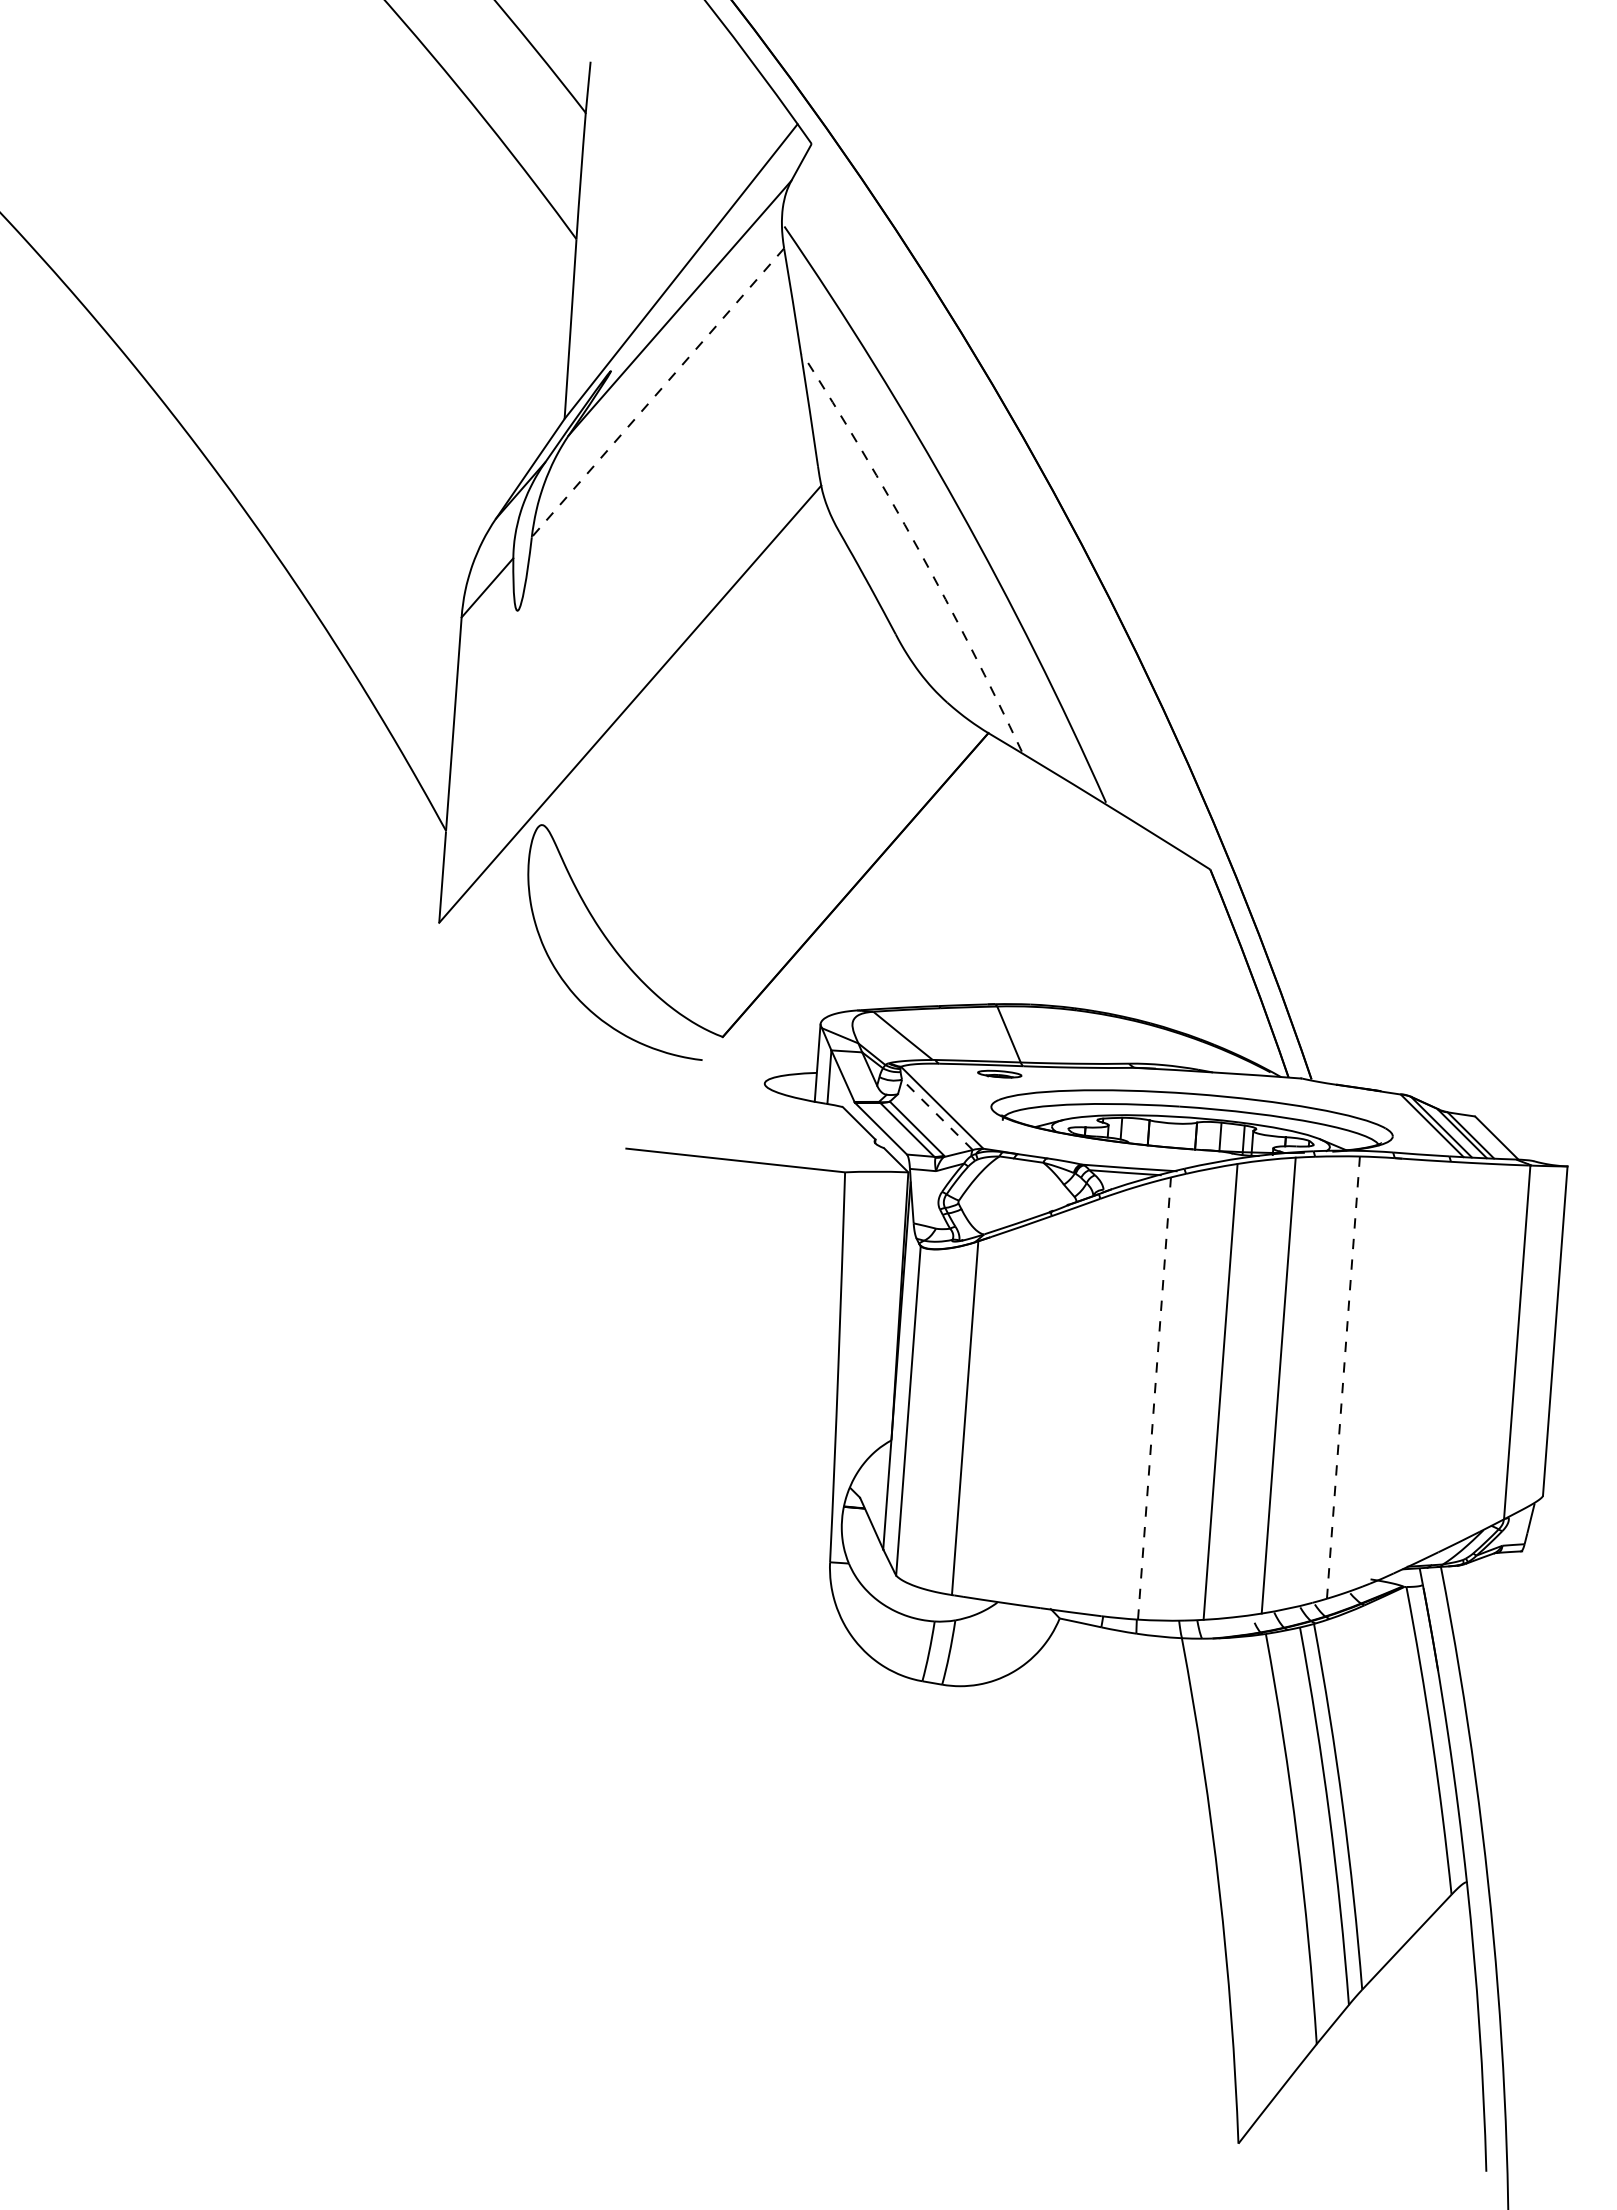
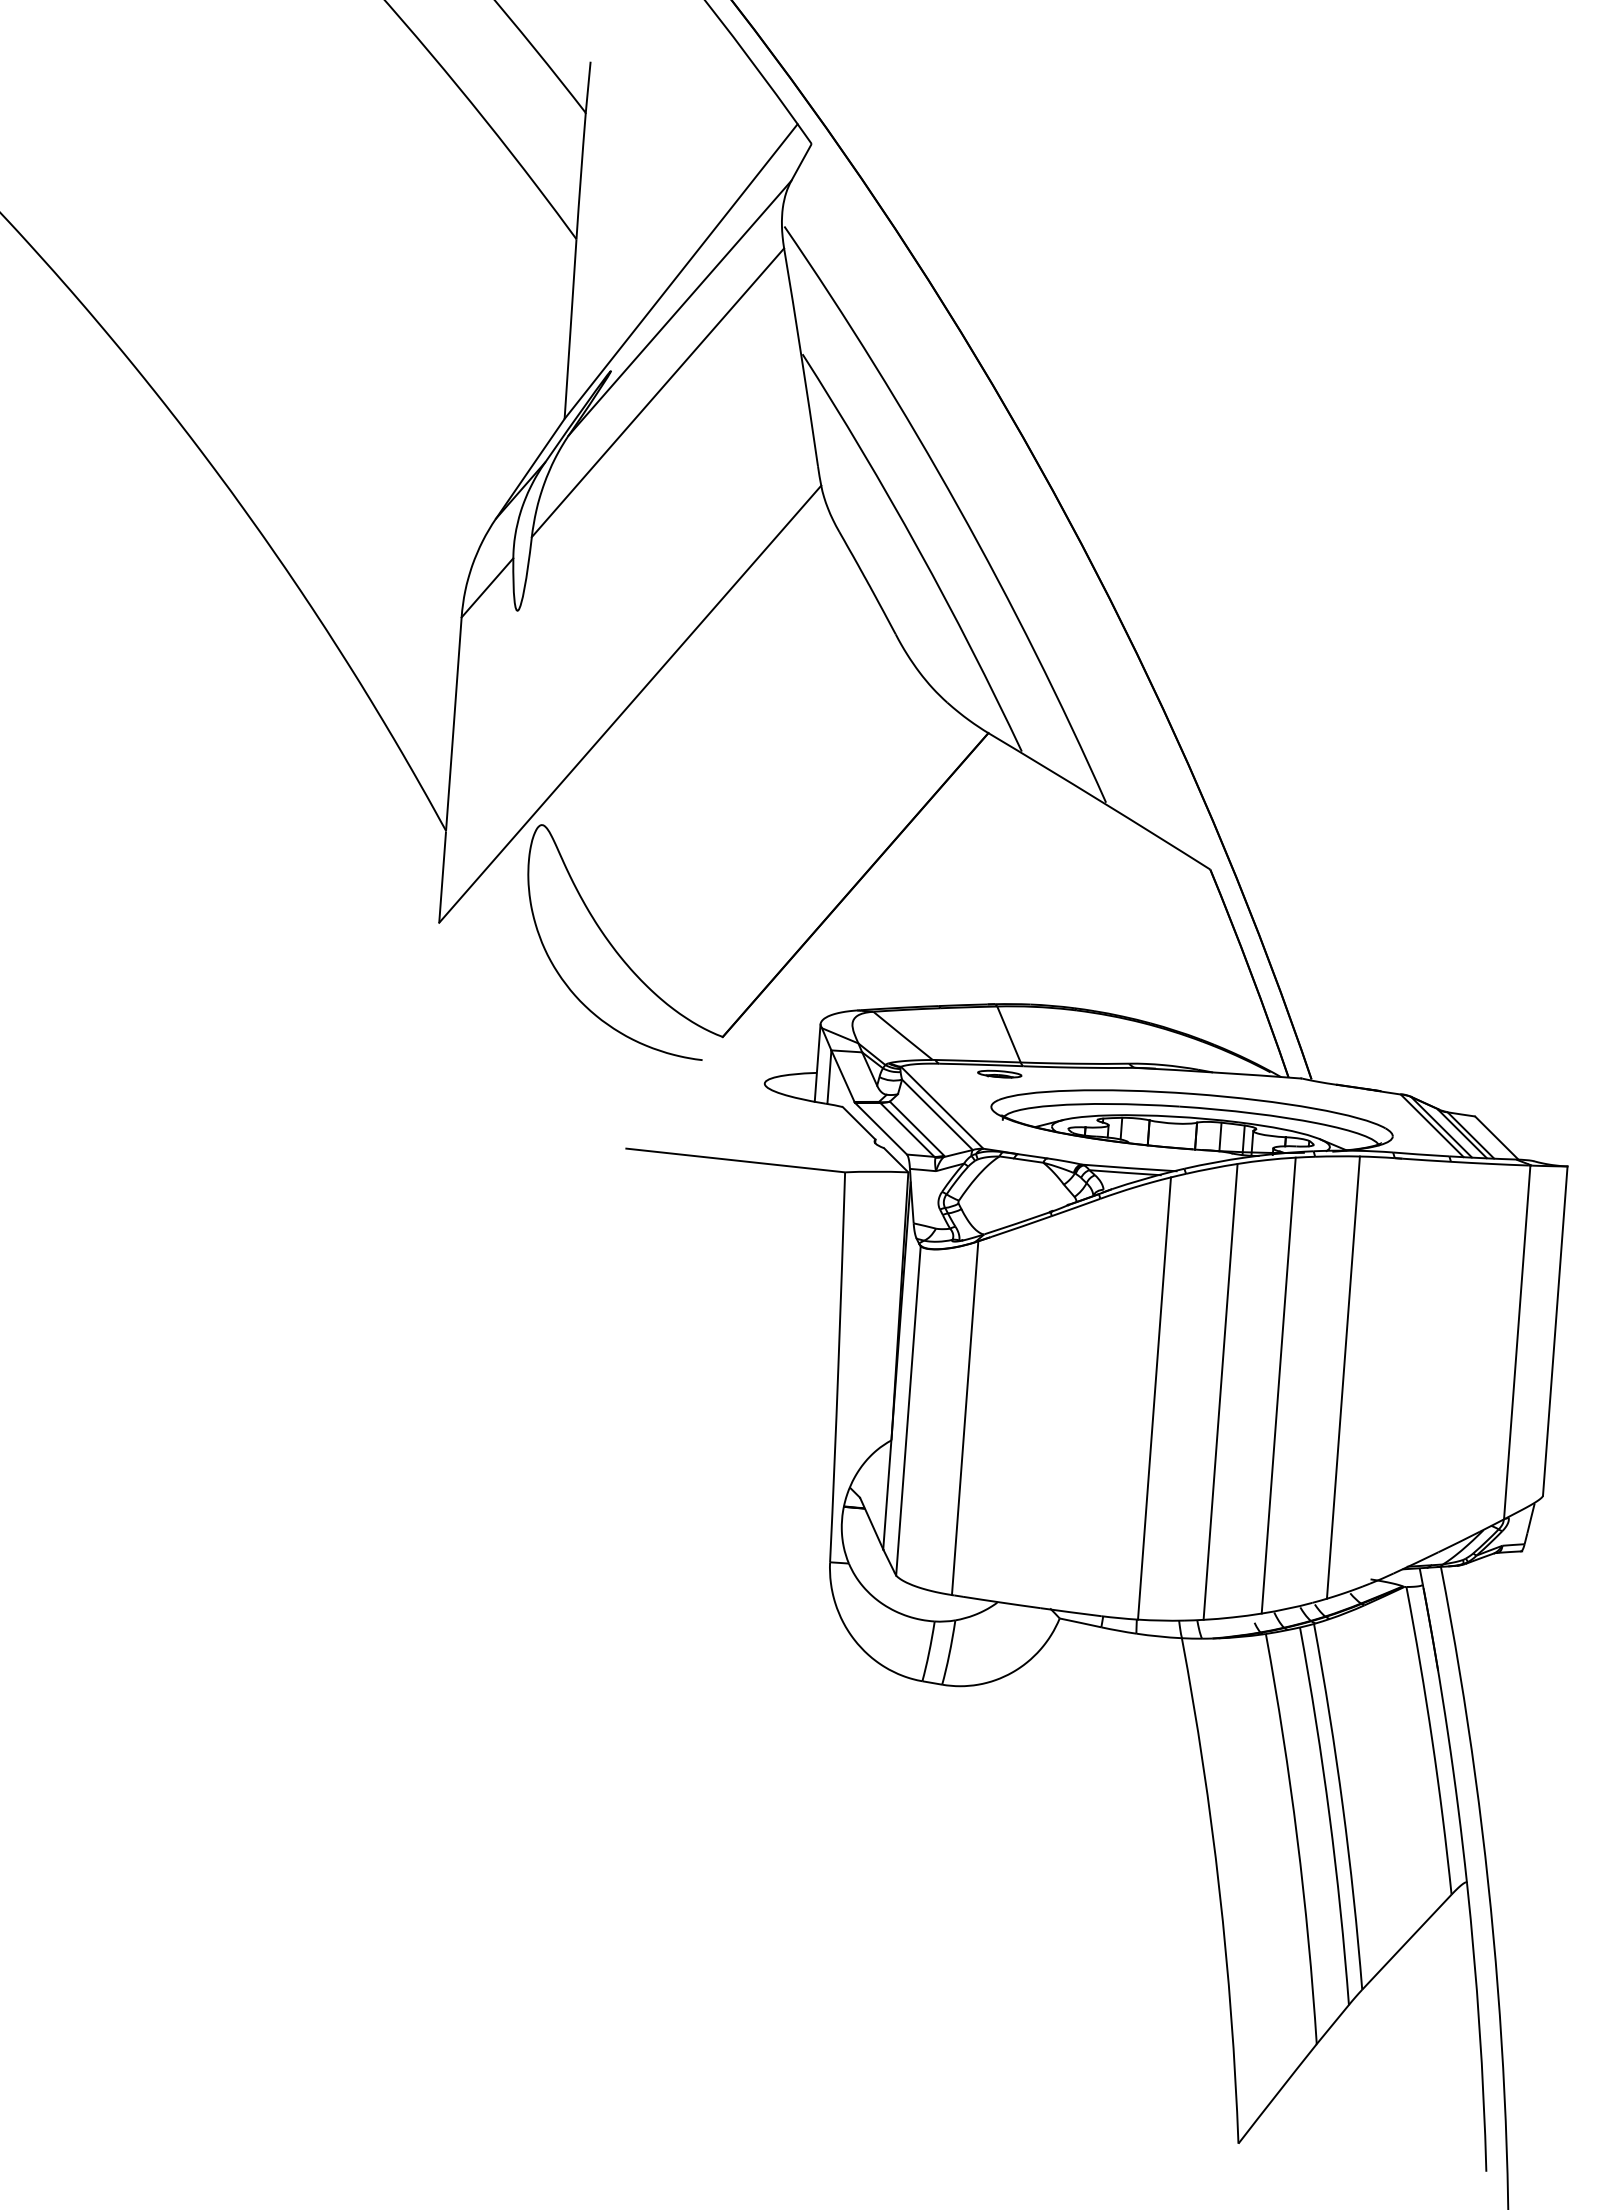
line at (657, 392): dashed -> solid
arc at (918, 549): dashed -> solid
line at (937, 1114): dashed -> solid
line at (1343, 1377): dashed -> solid
line at (1154, 1398): dashed -> solid
